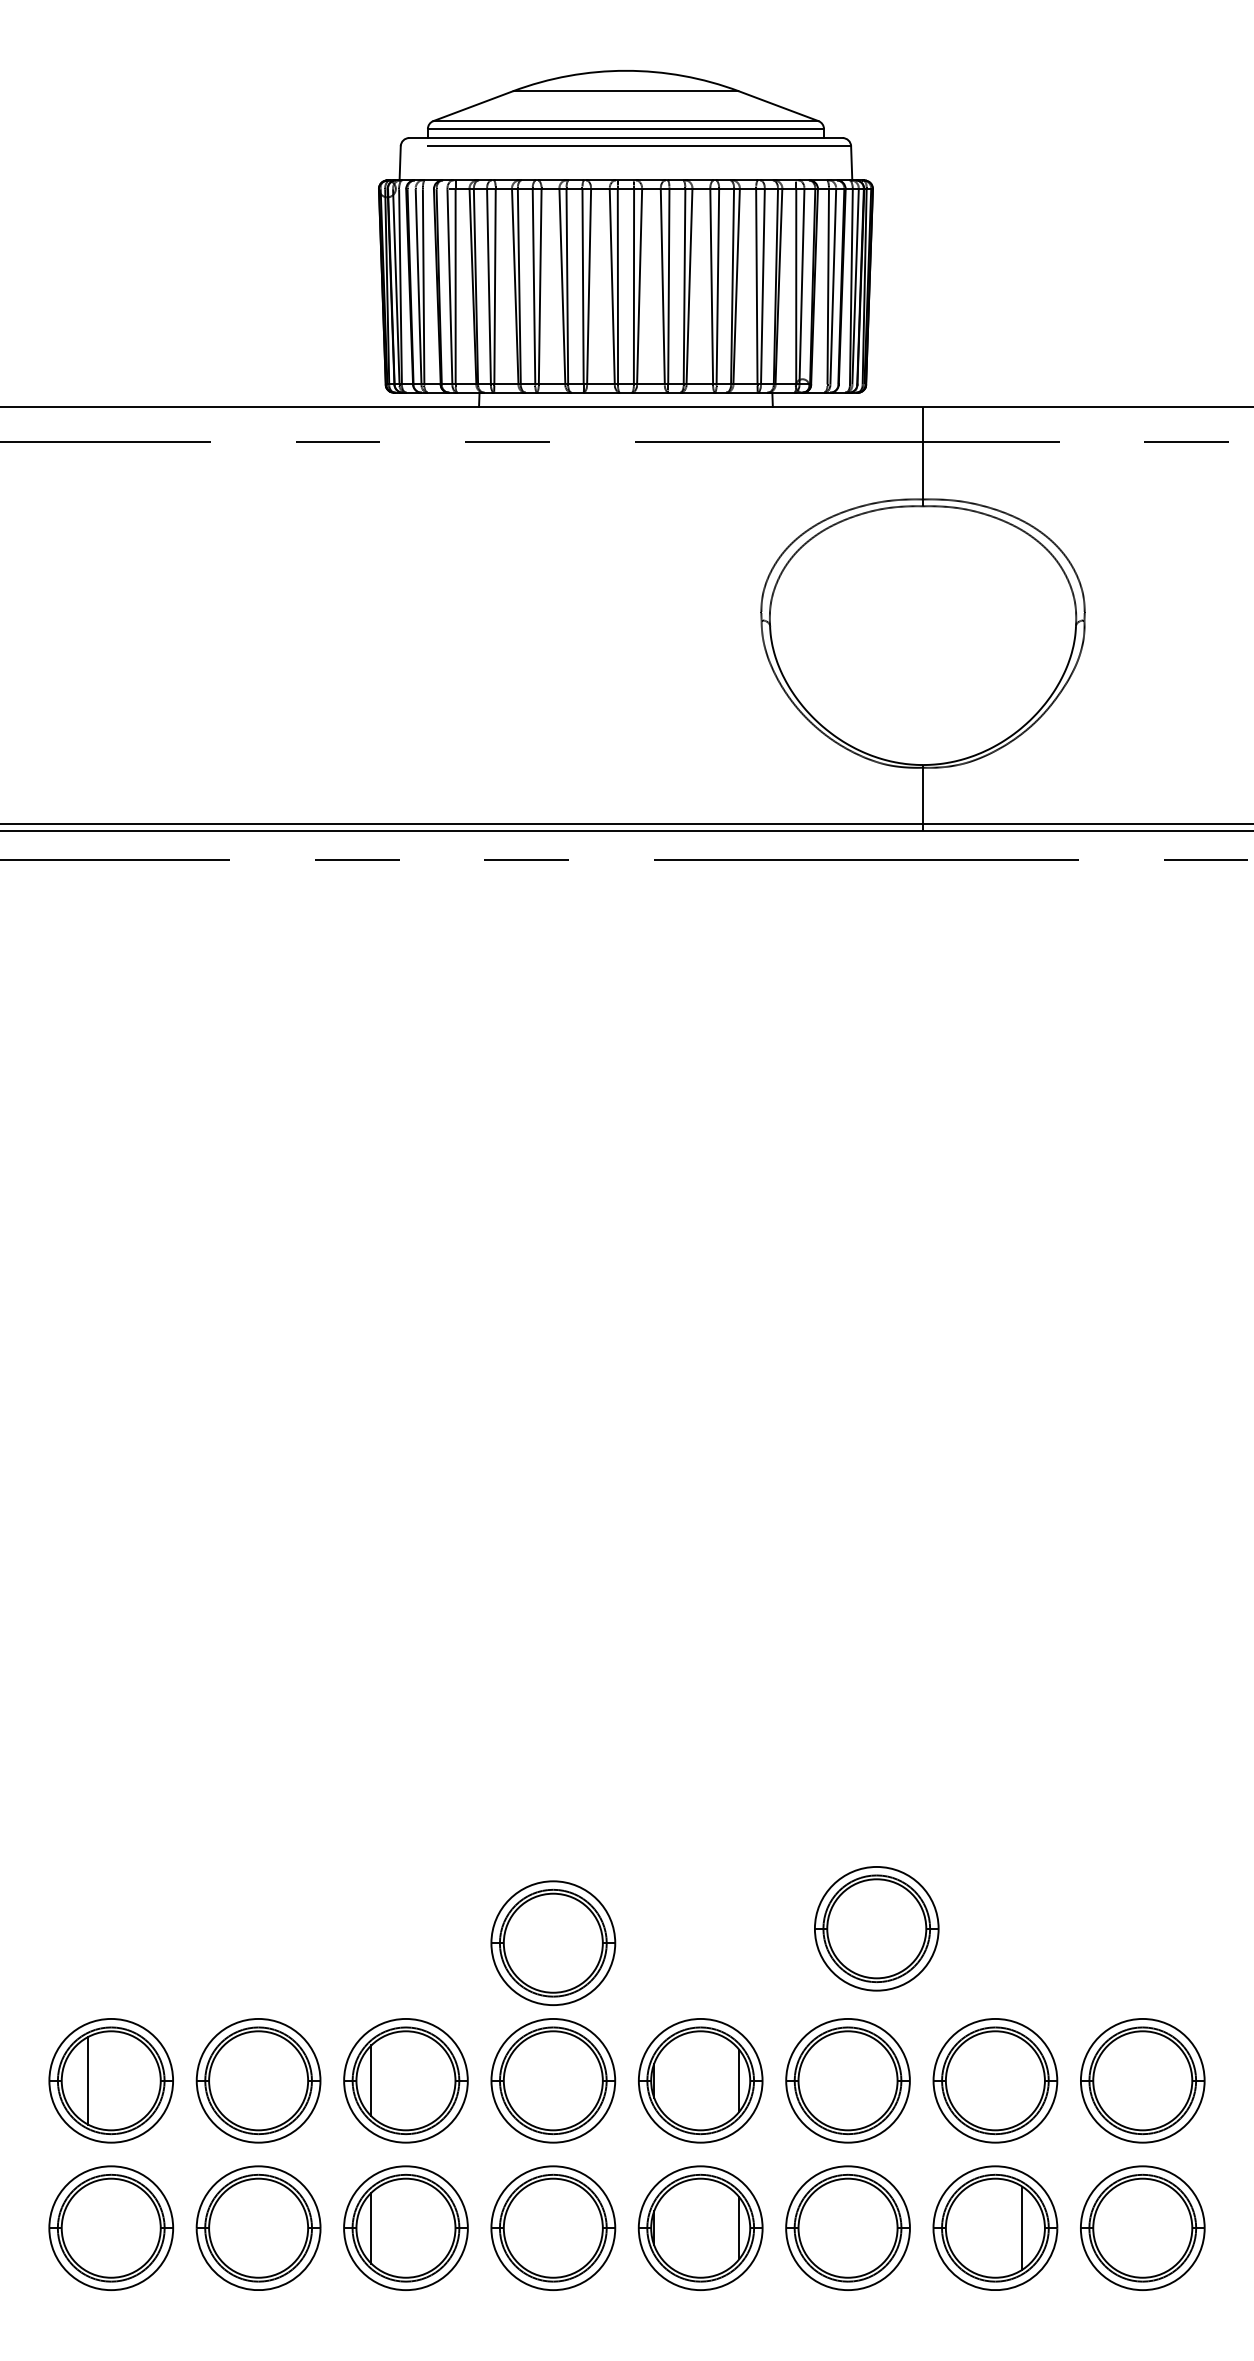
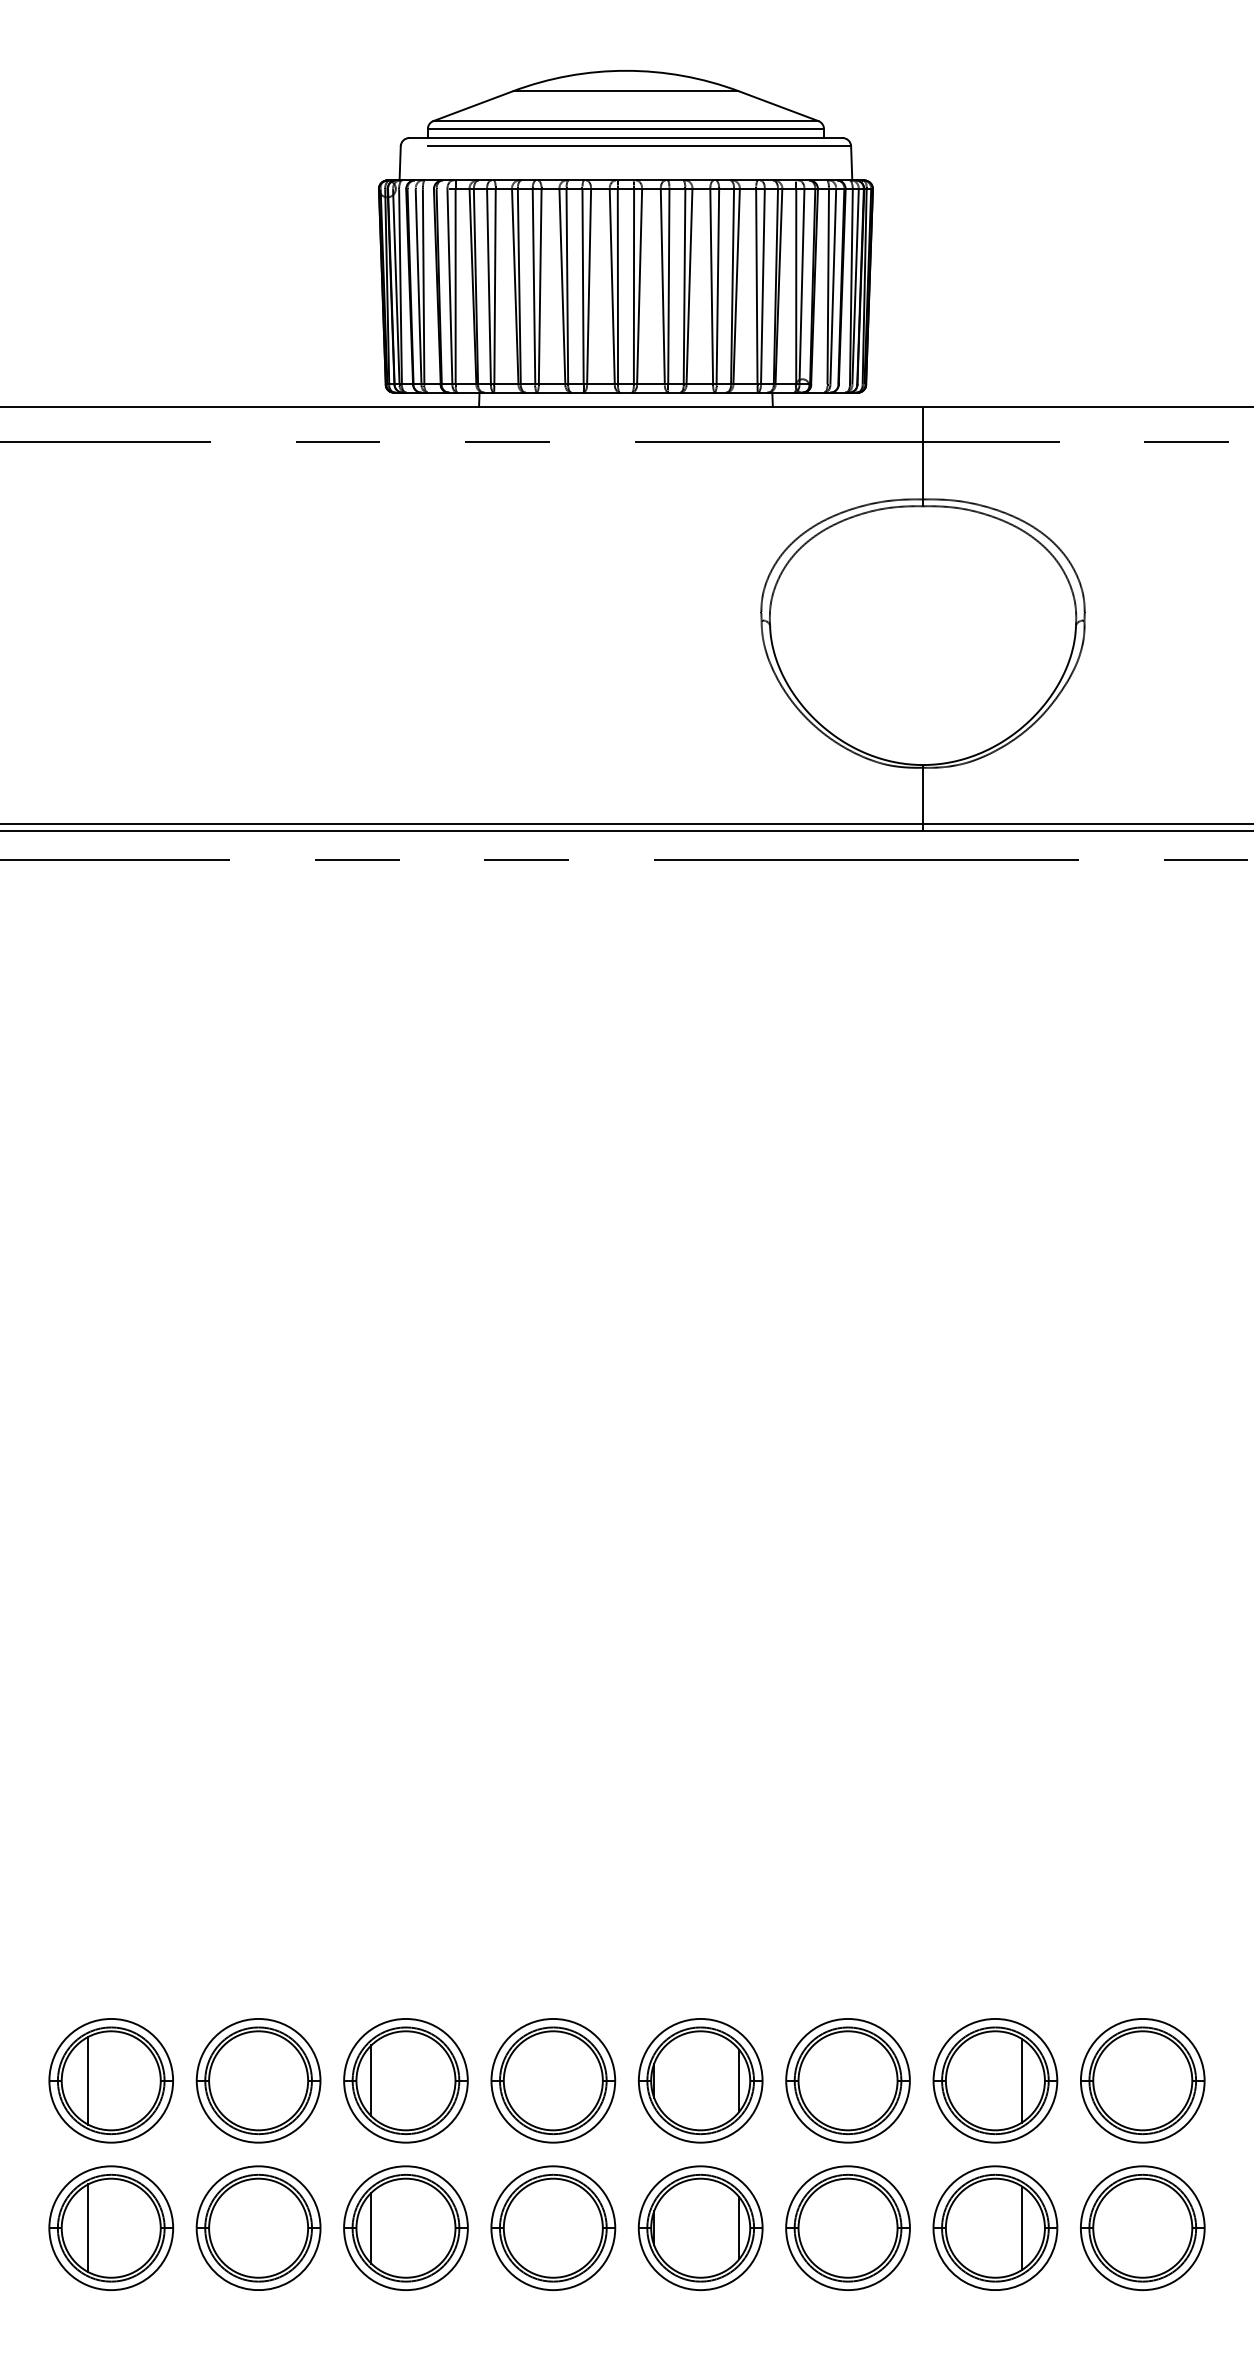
part at (876, 1928): present -> none
part at (553, 1942): present -> none
line at (1022, 2080): none -> present
line at (88, 2228): none -> present
